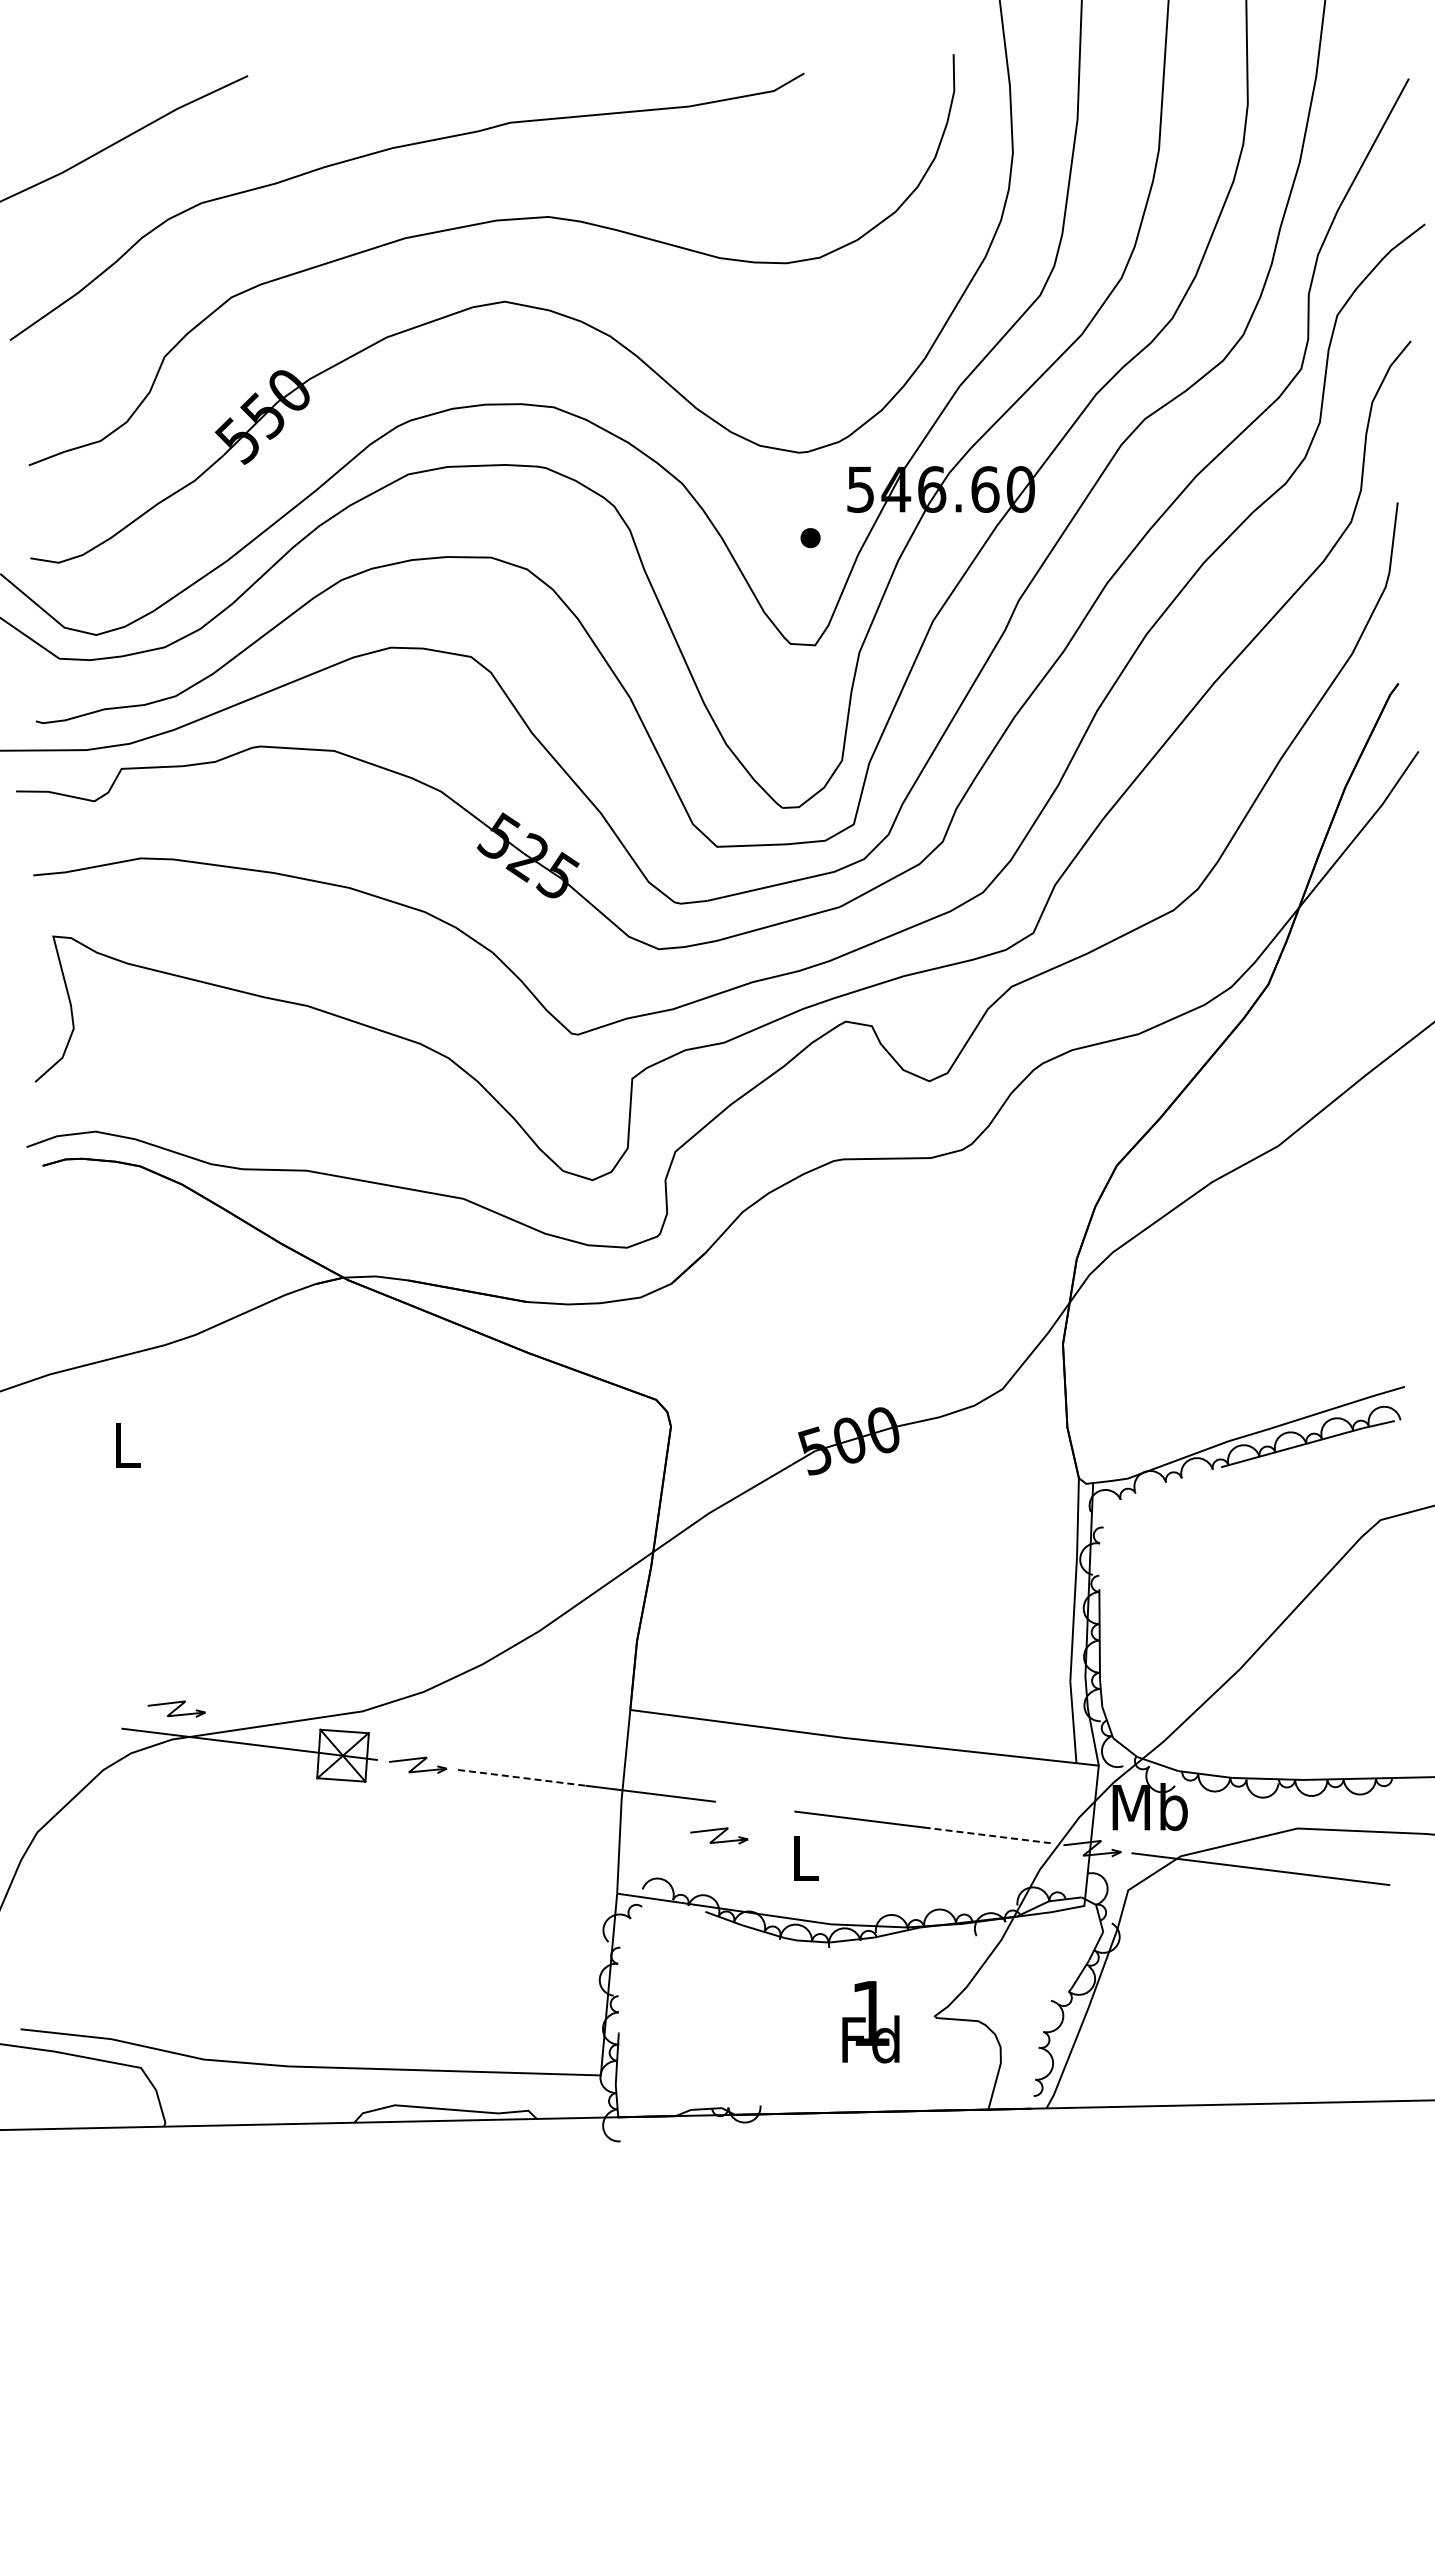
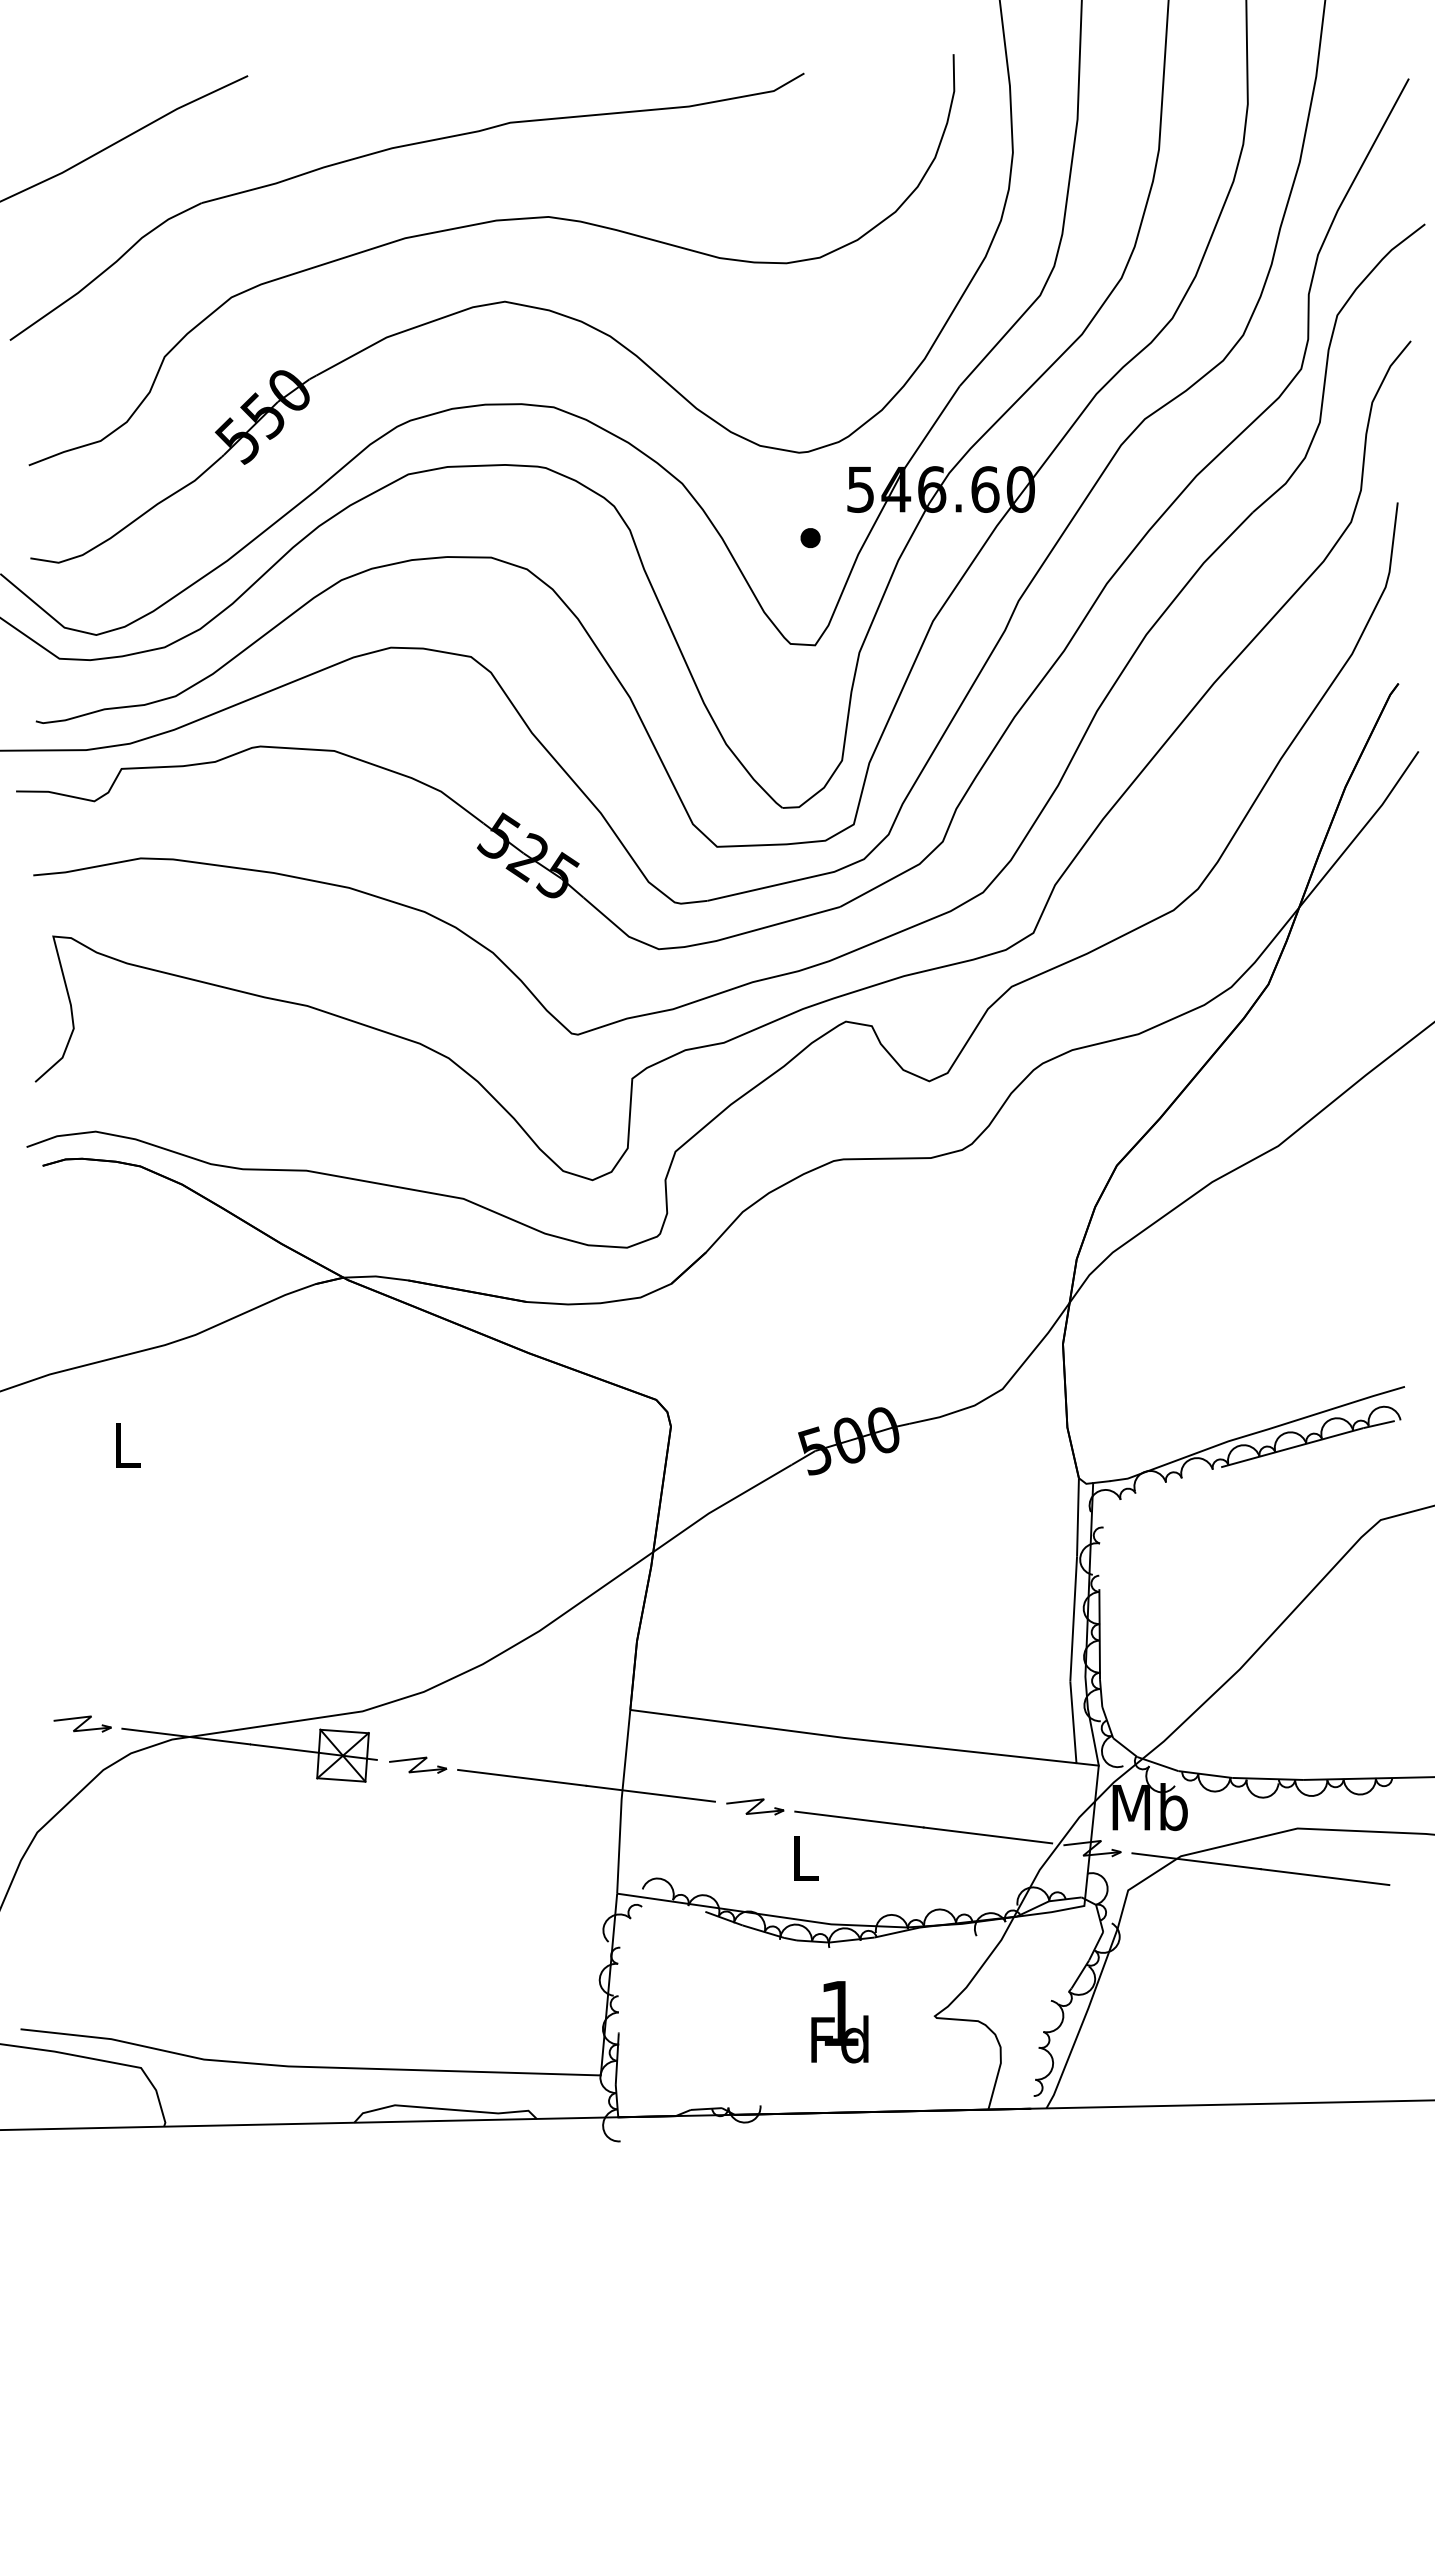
part at (176, 1708) position: (176, 1708) -> (82, 1723)
line at (522, 1777): dashed -> solid
part at (719, 1835) position: (719, 1835) -> (755, 1806)
line at (987, 1835): dashed -> solid
text at (870, 2022) position: (870, 2022) -> (839, 2022)
